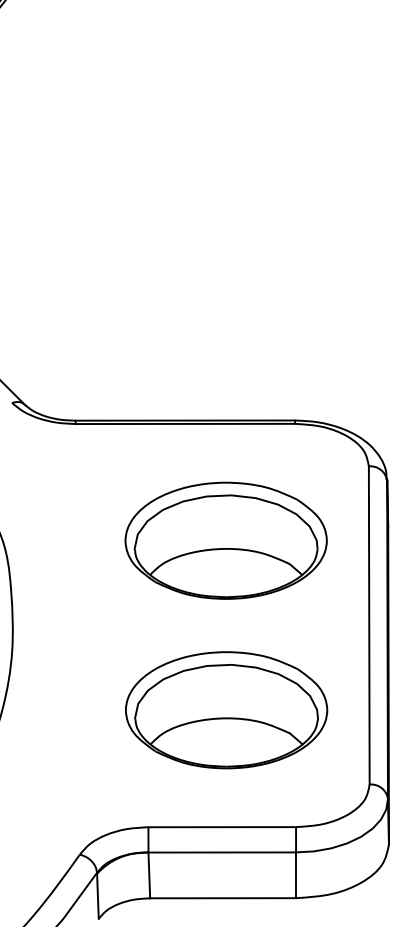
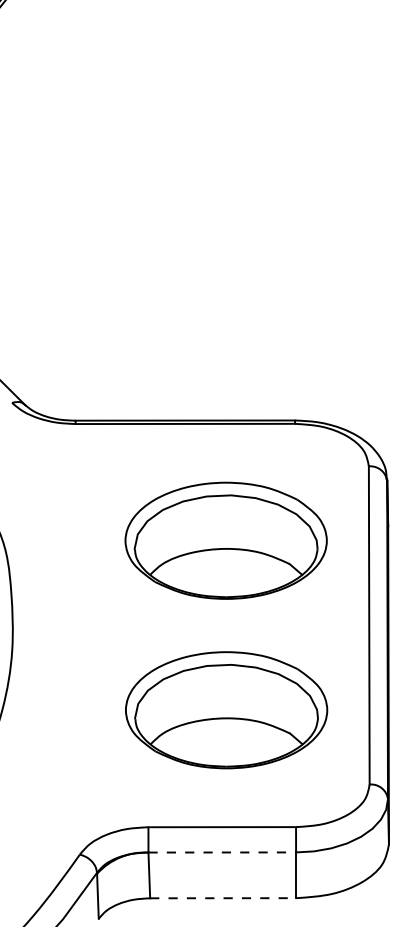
line at (222, 852): solid -> dashed
line at (223, 898): solid -> dashed
